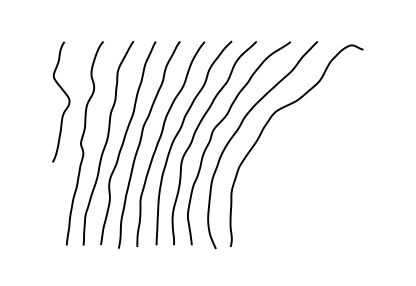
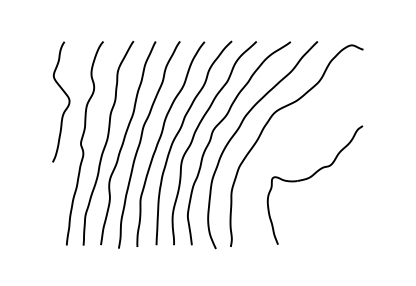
part at (310, 178): none -> present
